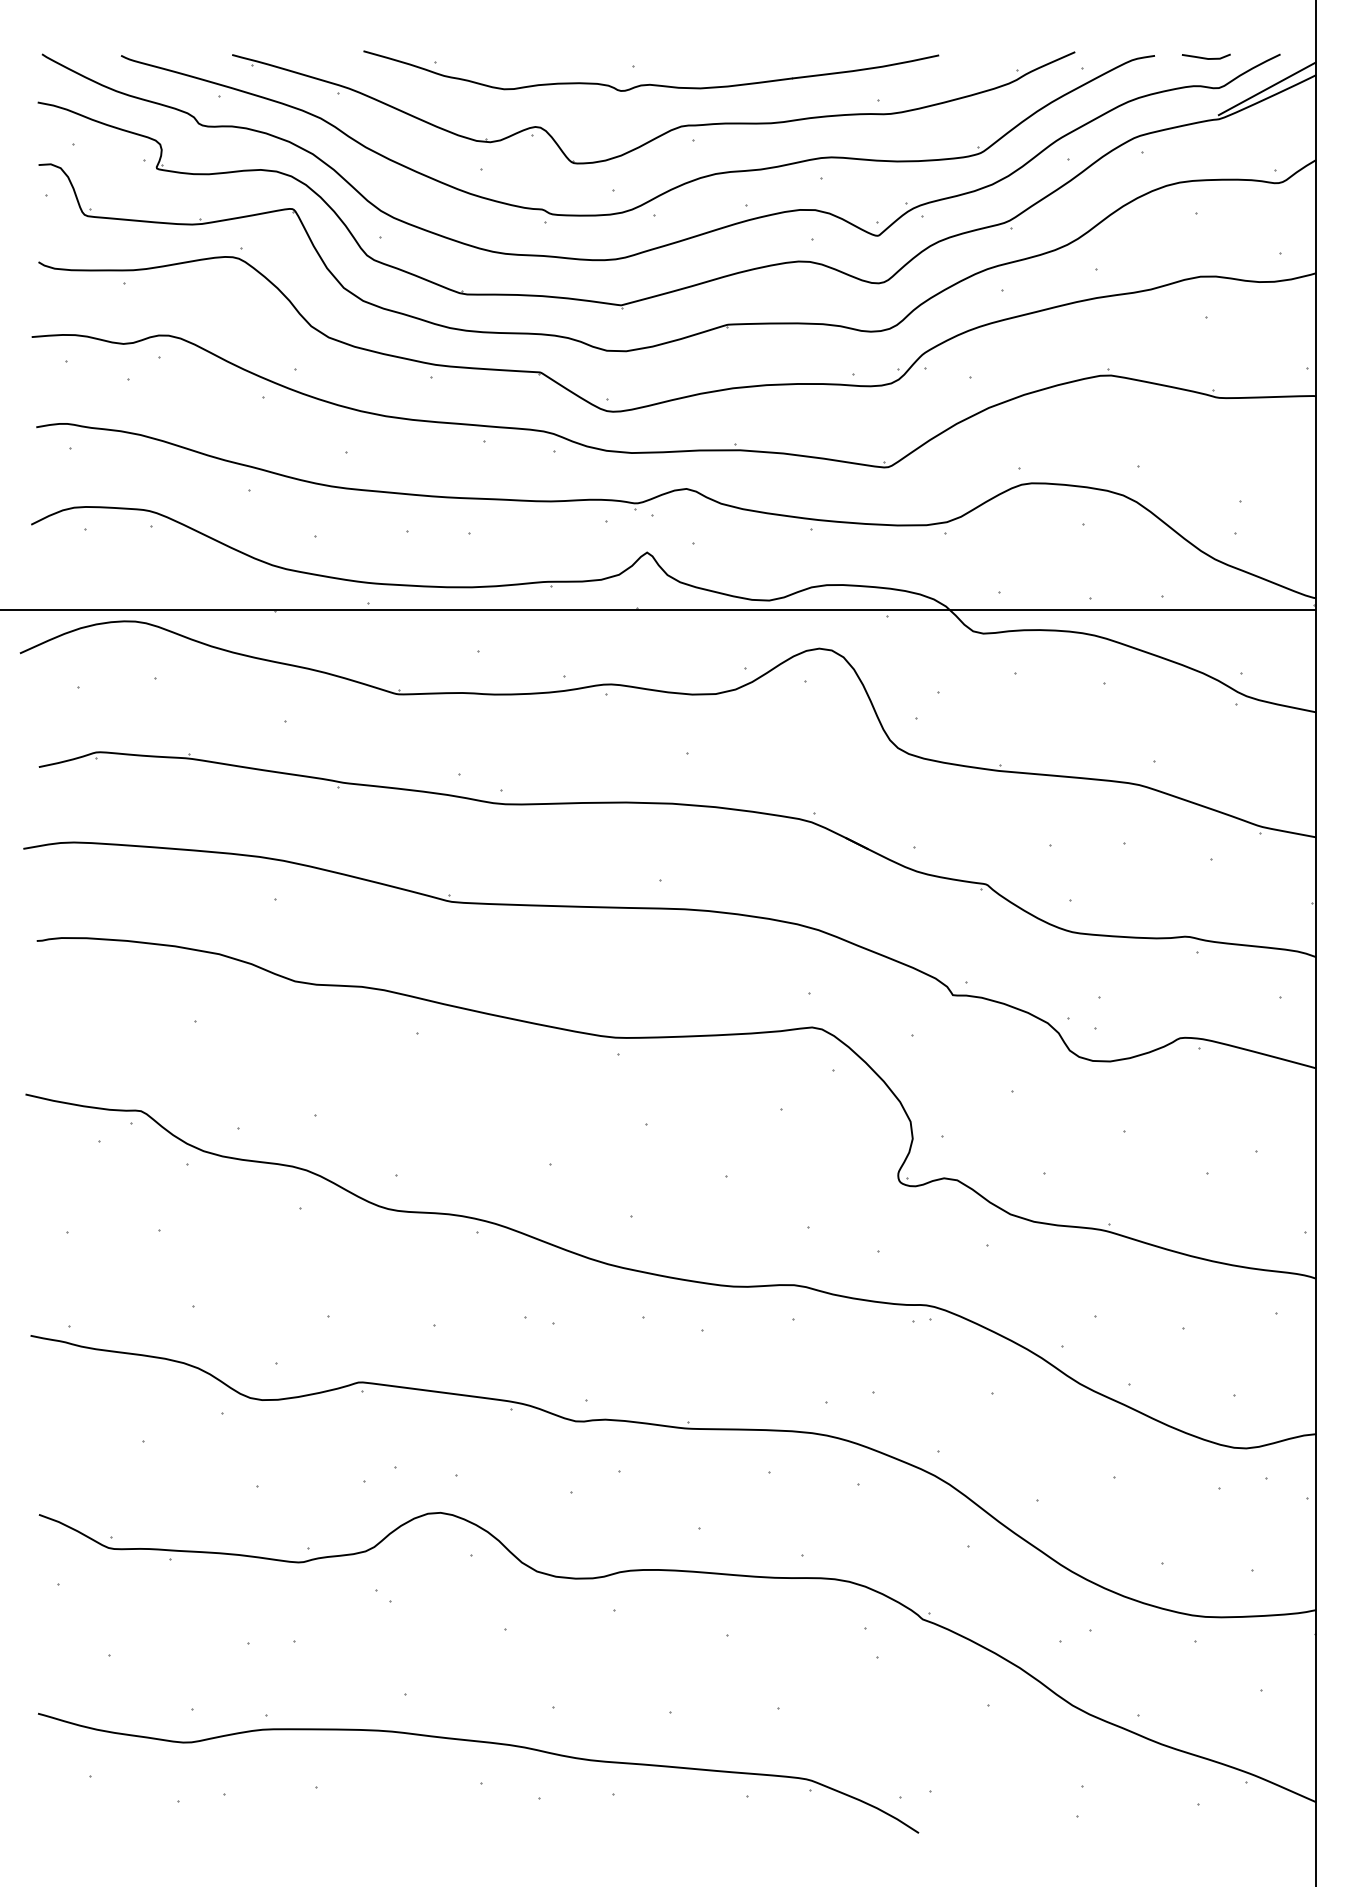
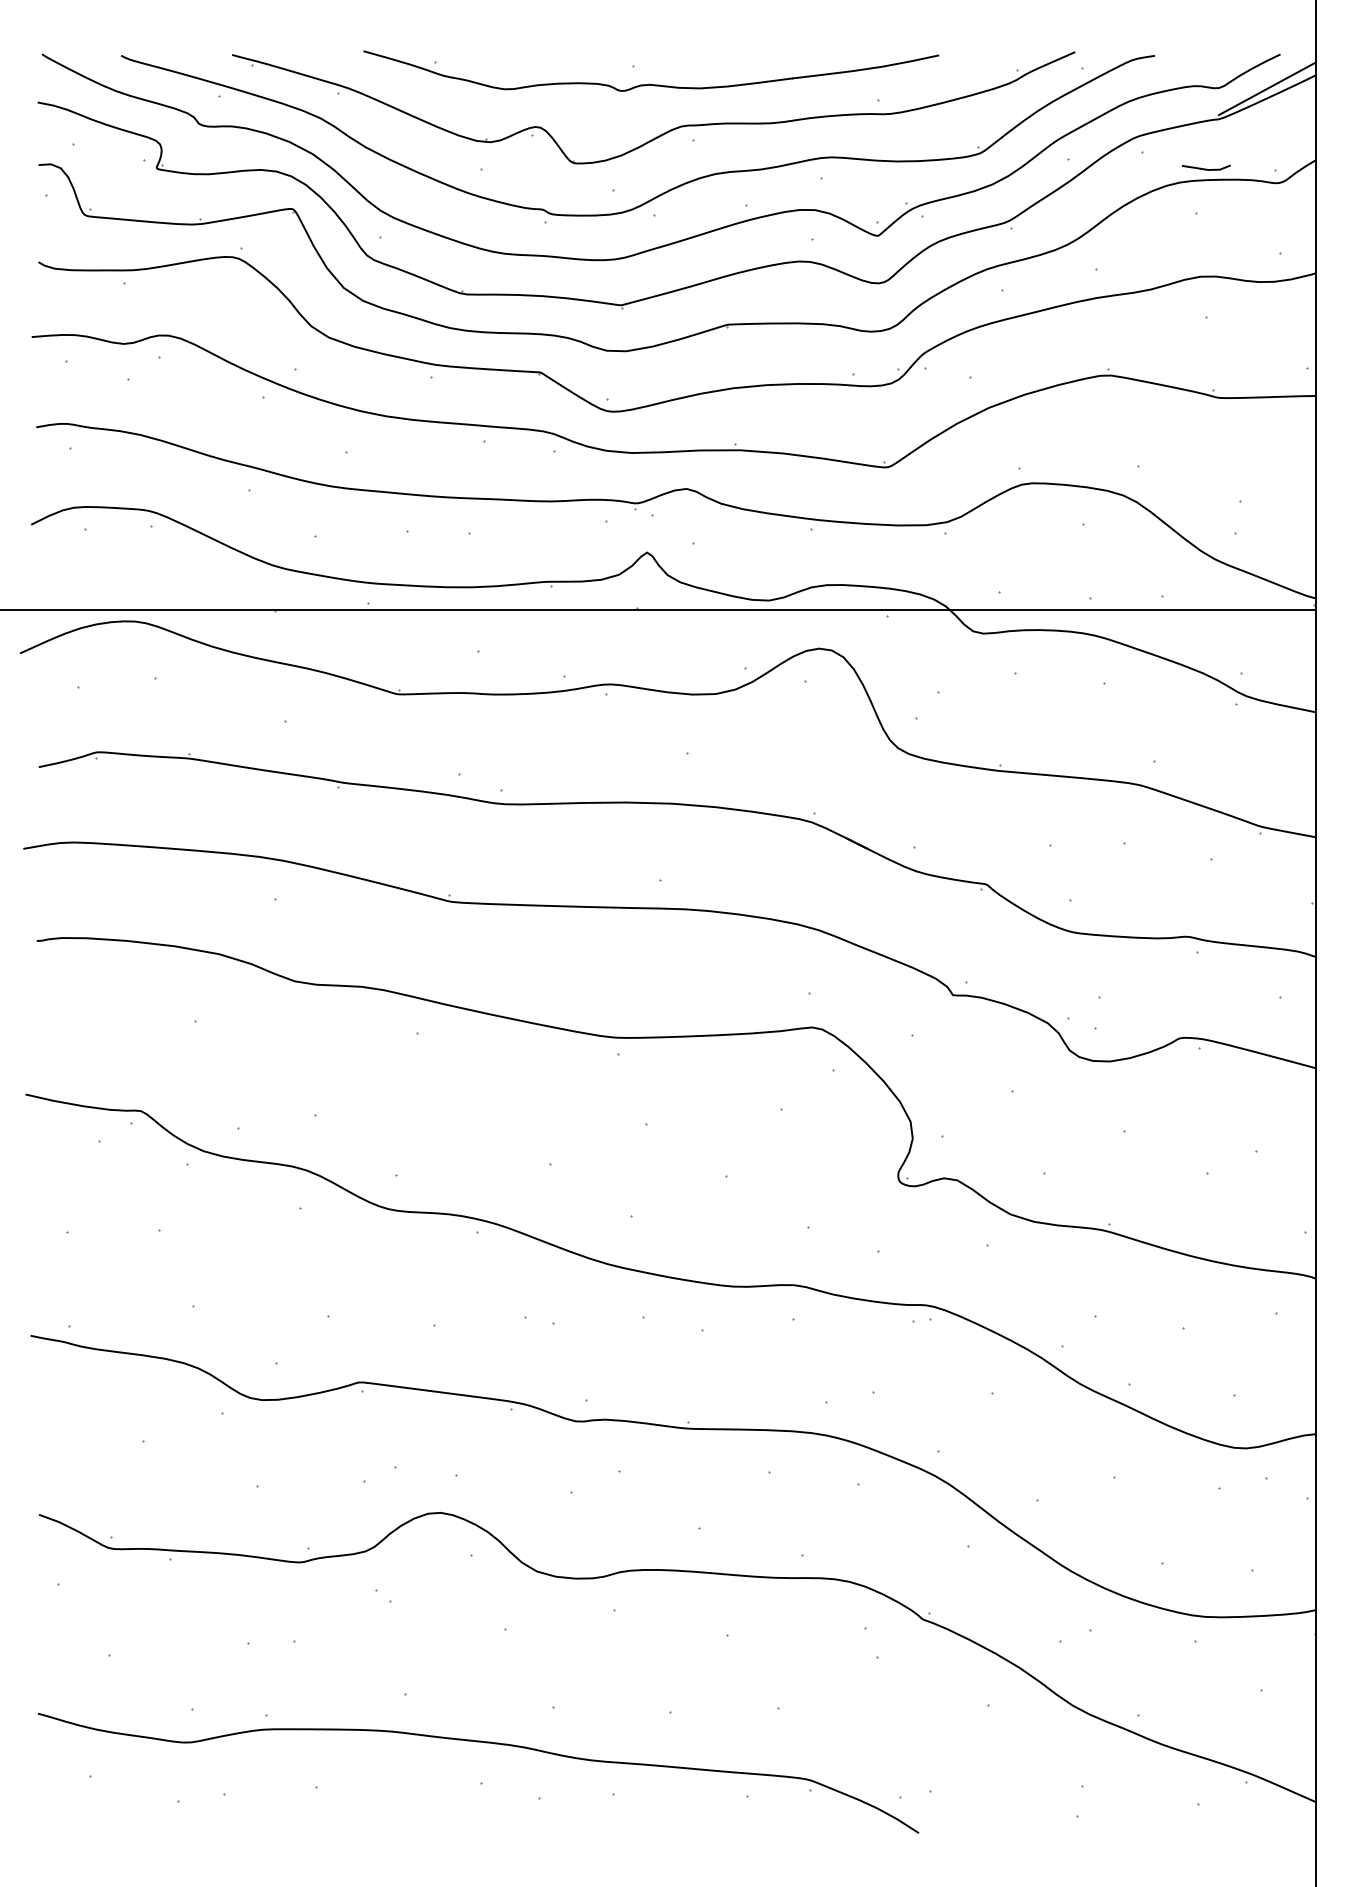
line at (1206, 57) position: (1206, 57) -> (1206, 168)
